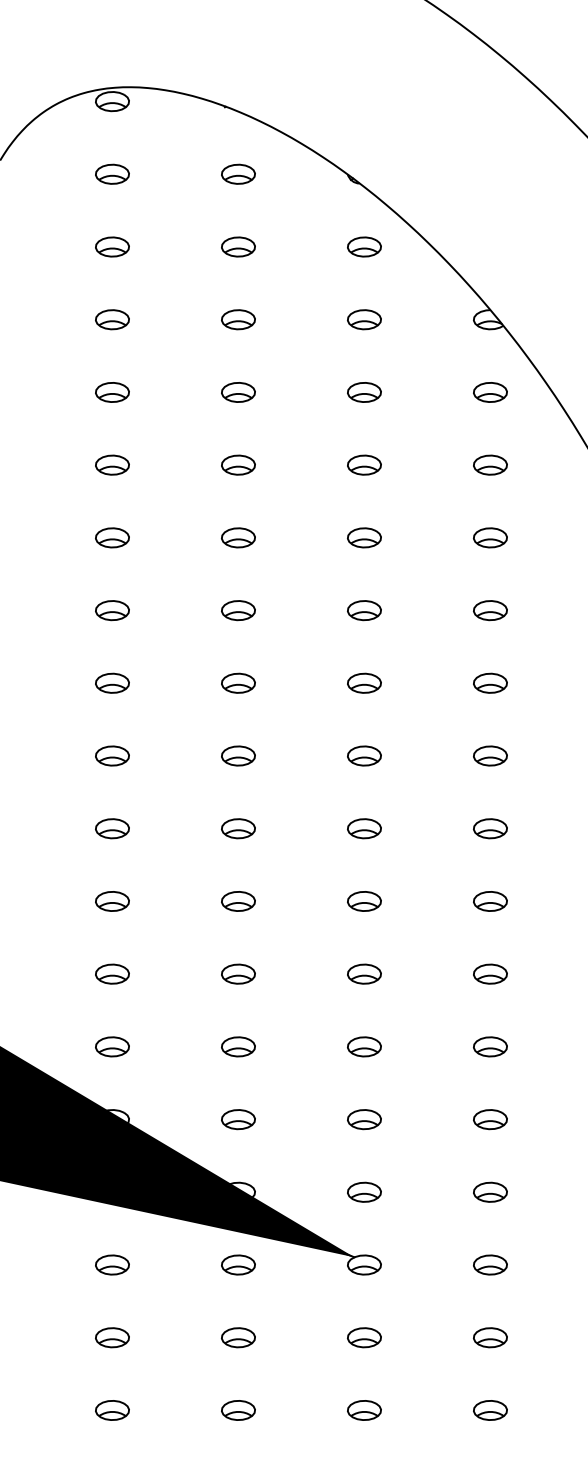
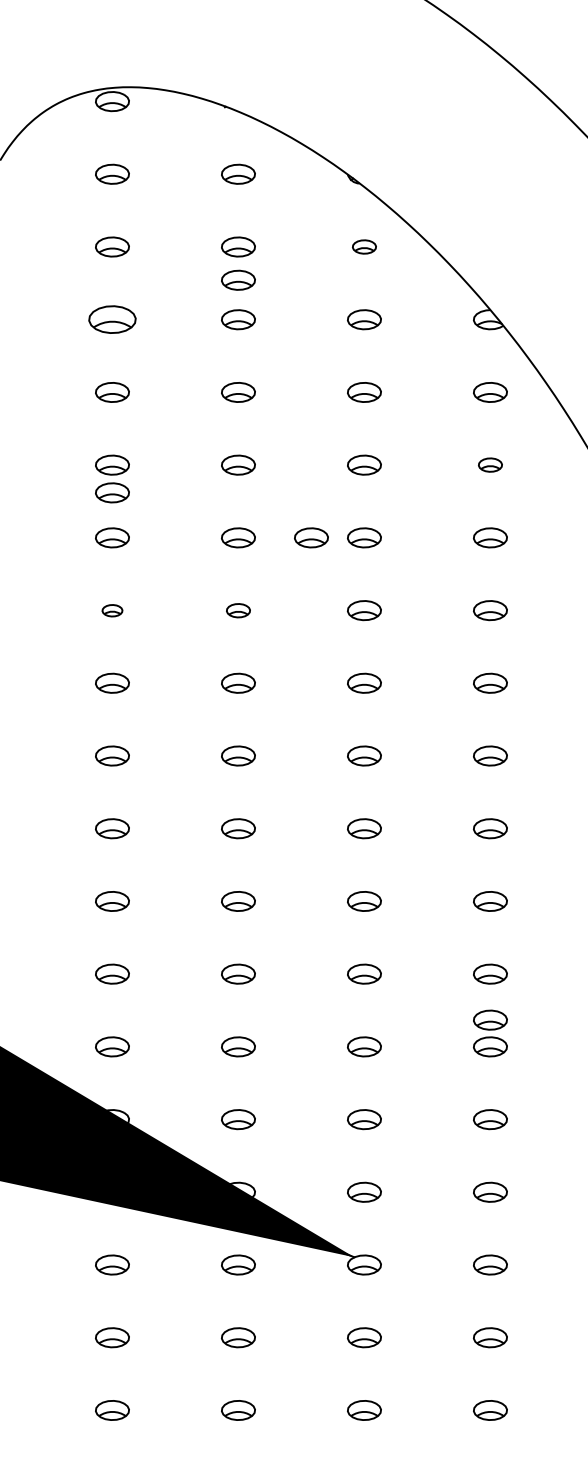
part at (364, 246) size: 35x22 px -> 25x16 px
part at (238, 279): none -> present
part at (112, 319) size: 35x22 px -> 49x29 px
part at (490, 464) size: 35x22 px -> 25x16 px
part at (112, 492): none -> present
part at (311, 537): none -> present
part at (112, 610) size: 35x22 px -> 23x14 px
part at (238, 610) size: 35x22 px -> 25x16 px
part at (490, 1019): none -> present
